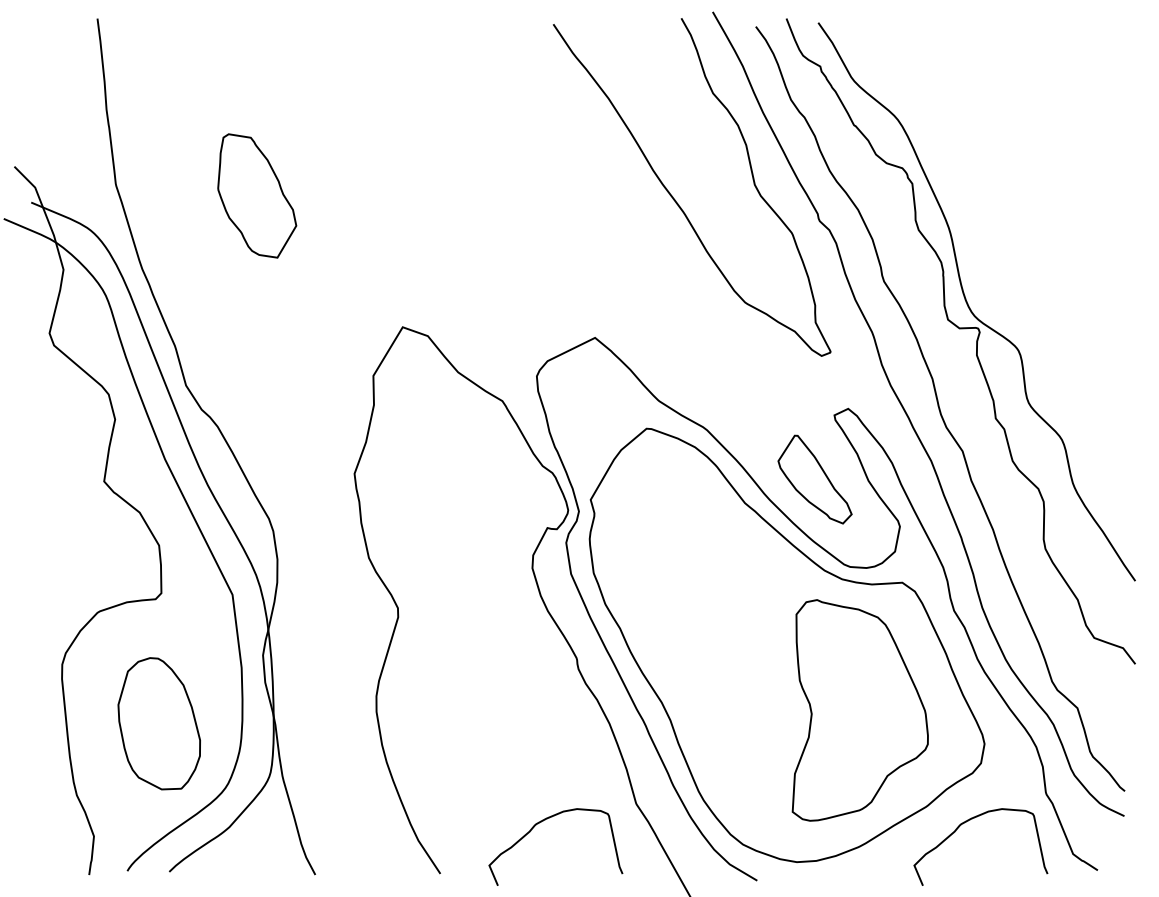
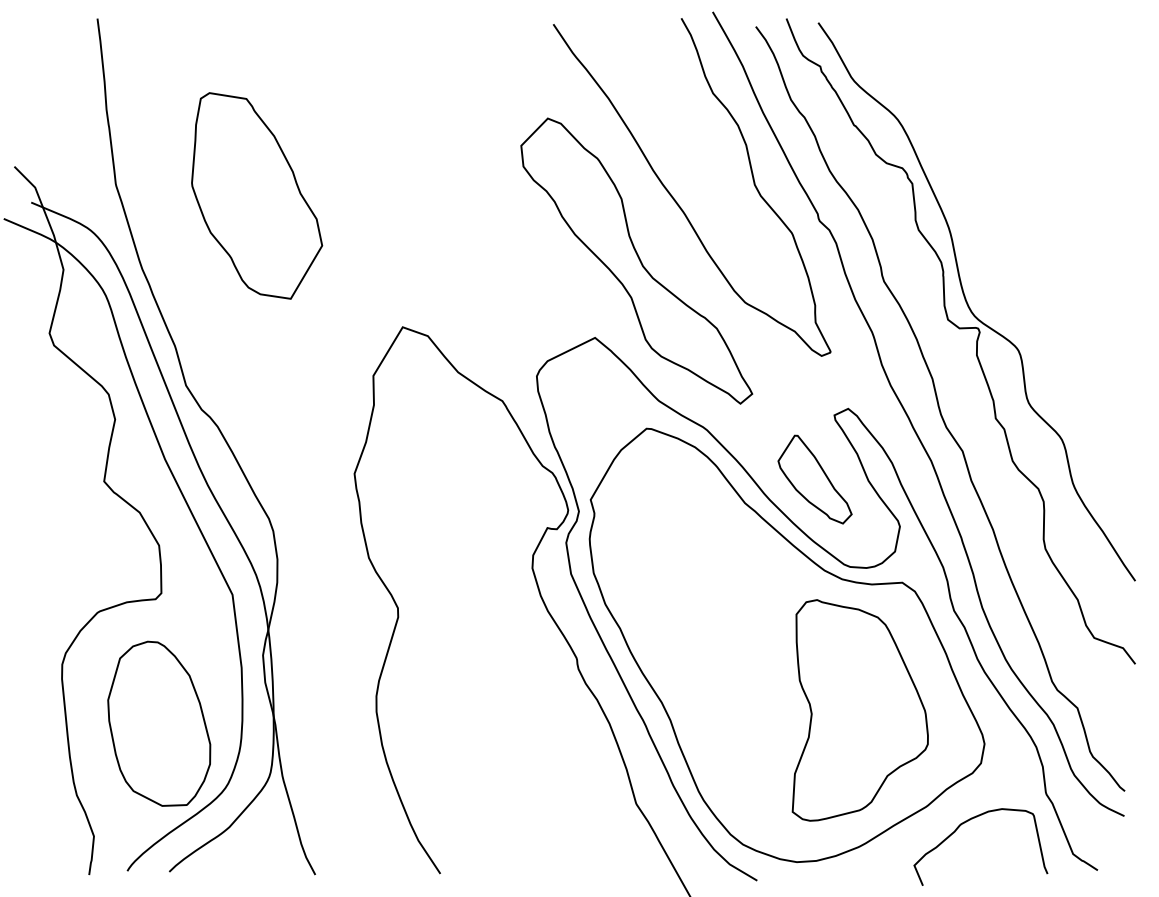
part at (257, 195) size: 81x126 px -> 133x208 px
part at (636, 260): none -> present
part at (158, 723) size: 84x134 px -> 105x167 px
curve at (543, 821): present -> none
